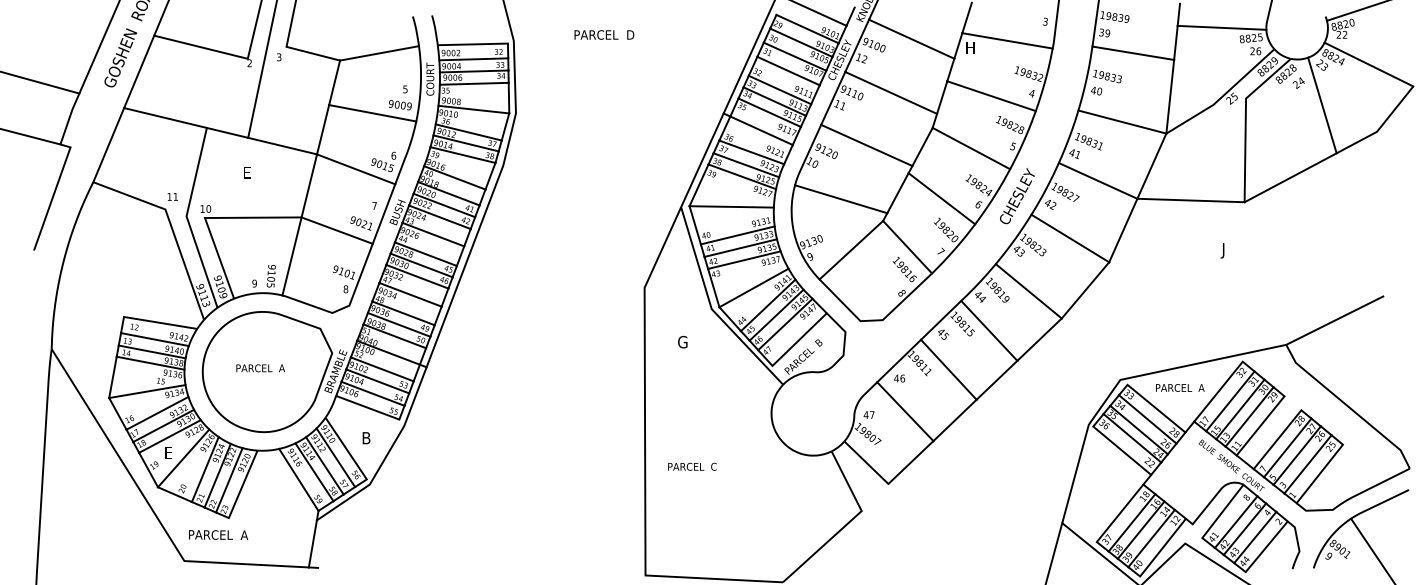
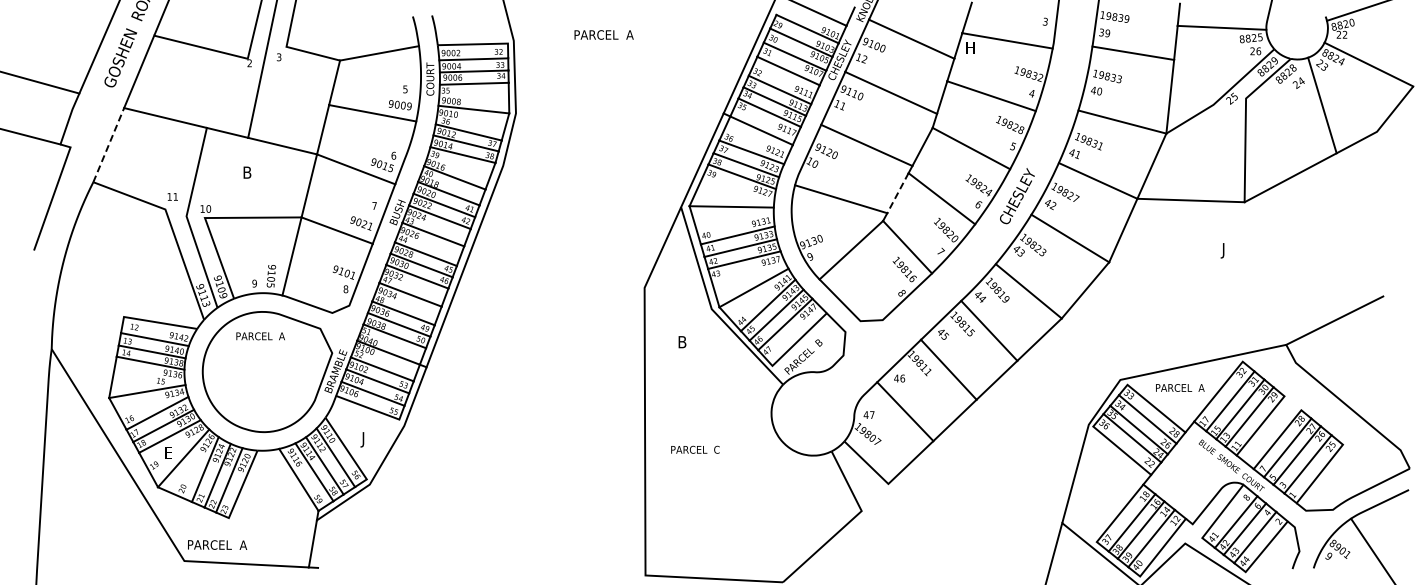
text at (630, 34): PARCEL  D -> PARCEL  A
line at (108, 144): solid -> dashed
text at (247, 172): E -> B
line at (897, 193): solid -> dashed
text at (682, 341): G -> B
text at (260, 368) position: (260, 368) -> (260, 336)
text at (365, 439): B -> J
text at (692, 466) position: (692, 466) -> (695, 449)
text at (218, 534) position: (218, 534) -> (217, 544)
